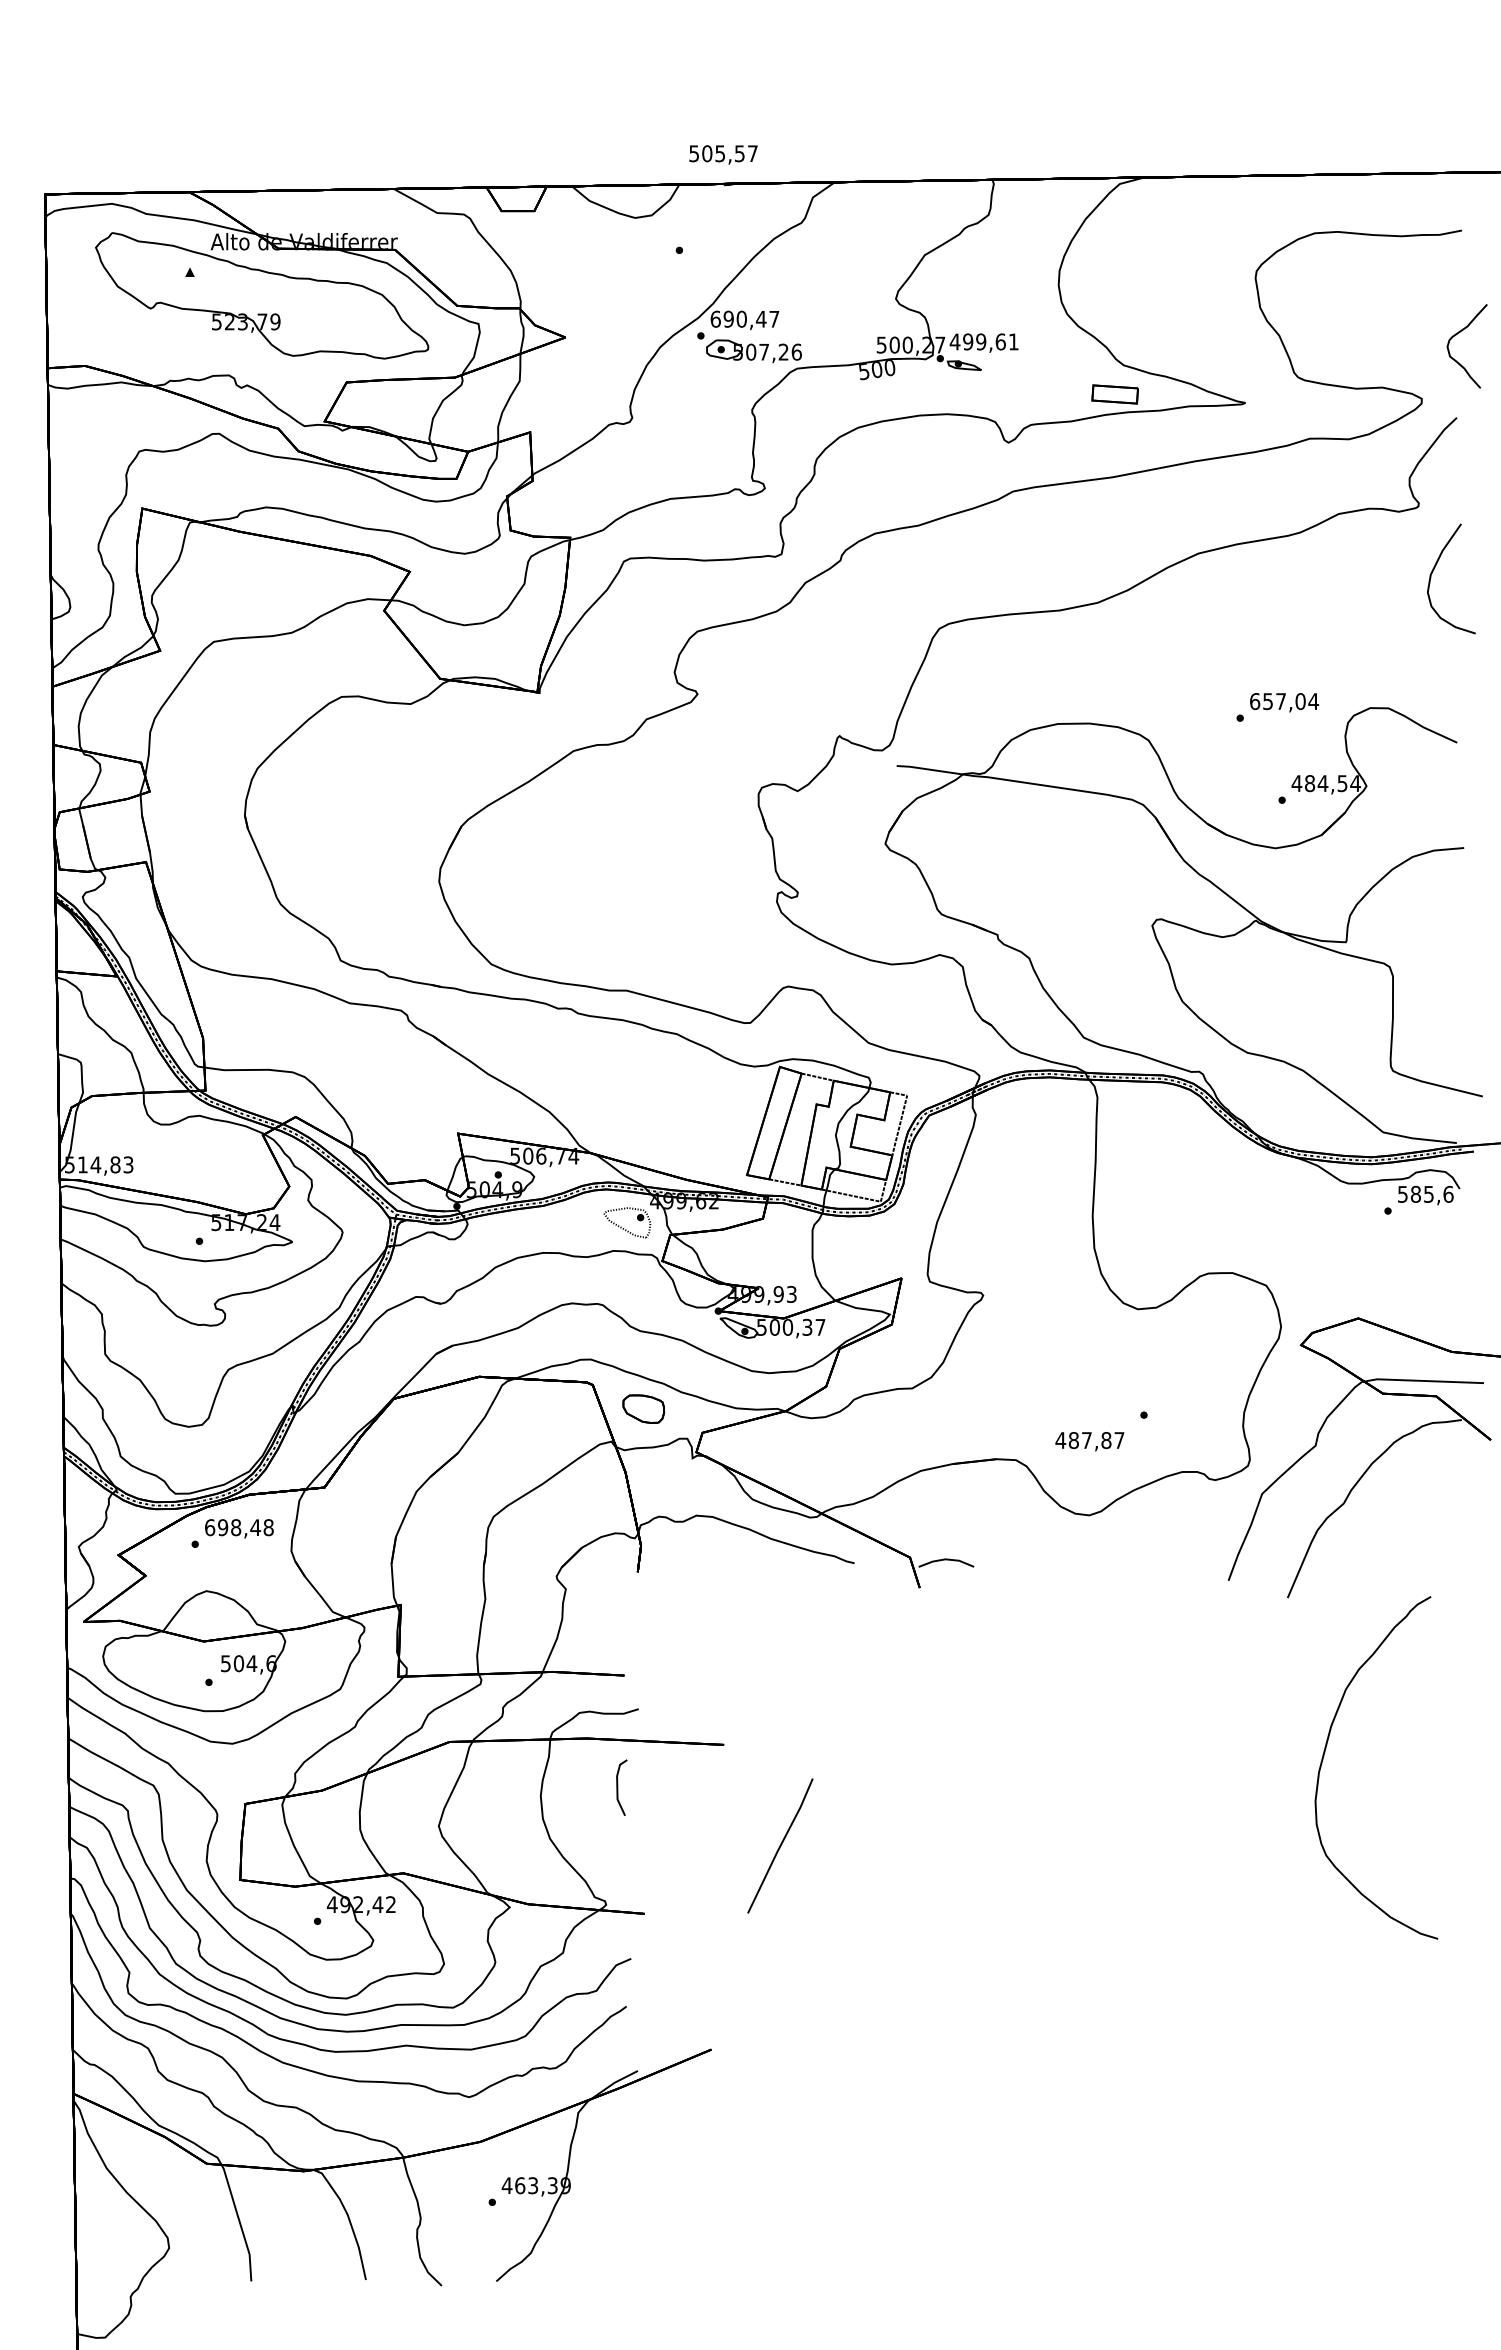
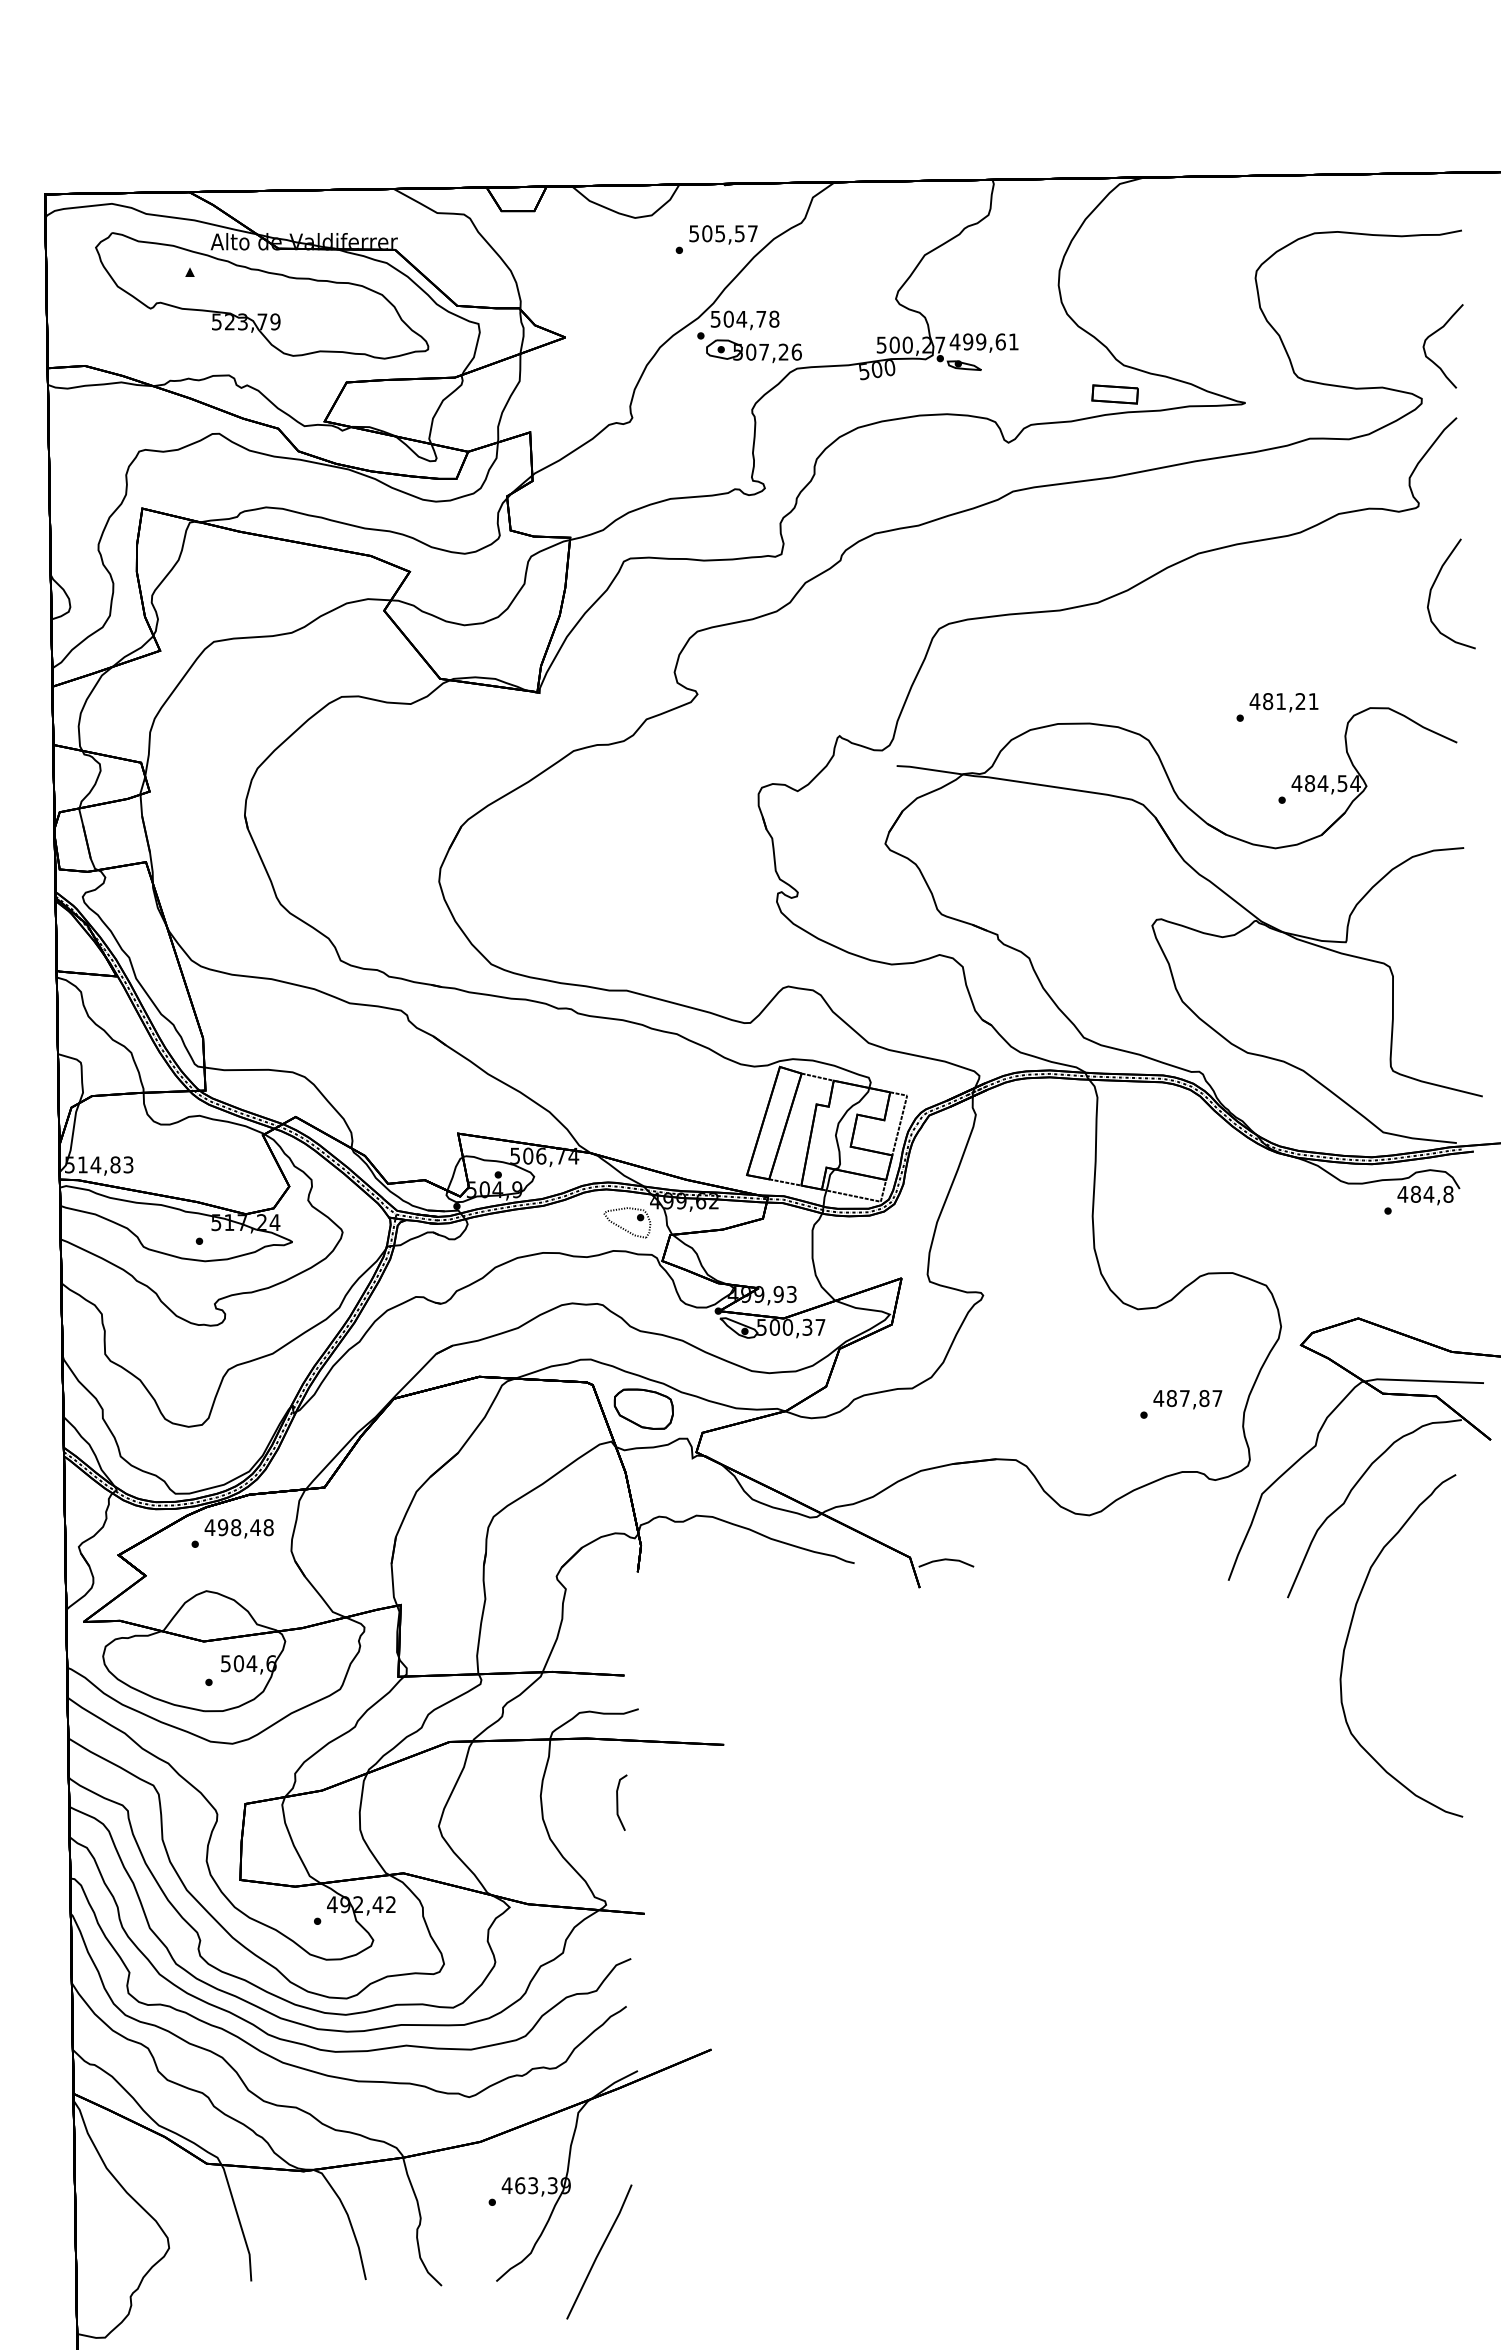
text at (723, 154) position: (723, 154) -> (723, 234)
text at (744, 318): 690,47 -> 504,78
curve at (1459, 333) position: (1459, 333) -> (1435, 333)
curve at (1434, 569) position: (1434, 569) -> (1434, 584)
text at (1284, 701): 657,04 -> 481,21
text at (1425, 1193): 585,6 -> 484,8
part at (643, 1408) size: 44x30 px -> 61x42 px
text at (1089, 1441) position: (1089, 1441) -> (1187, 1399)
text at (209, 1527): 698,48 -> 498,48
curve at (1324, 1756) position: (1324, 1756) -> (1349, 1634)
line at (618, 1787) position: (618, 1787) -> (618, 1802)
line at (780, 1845) position: (780, 1845) -> (599, 2251)
